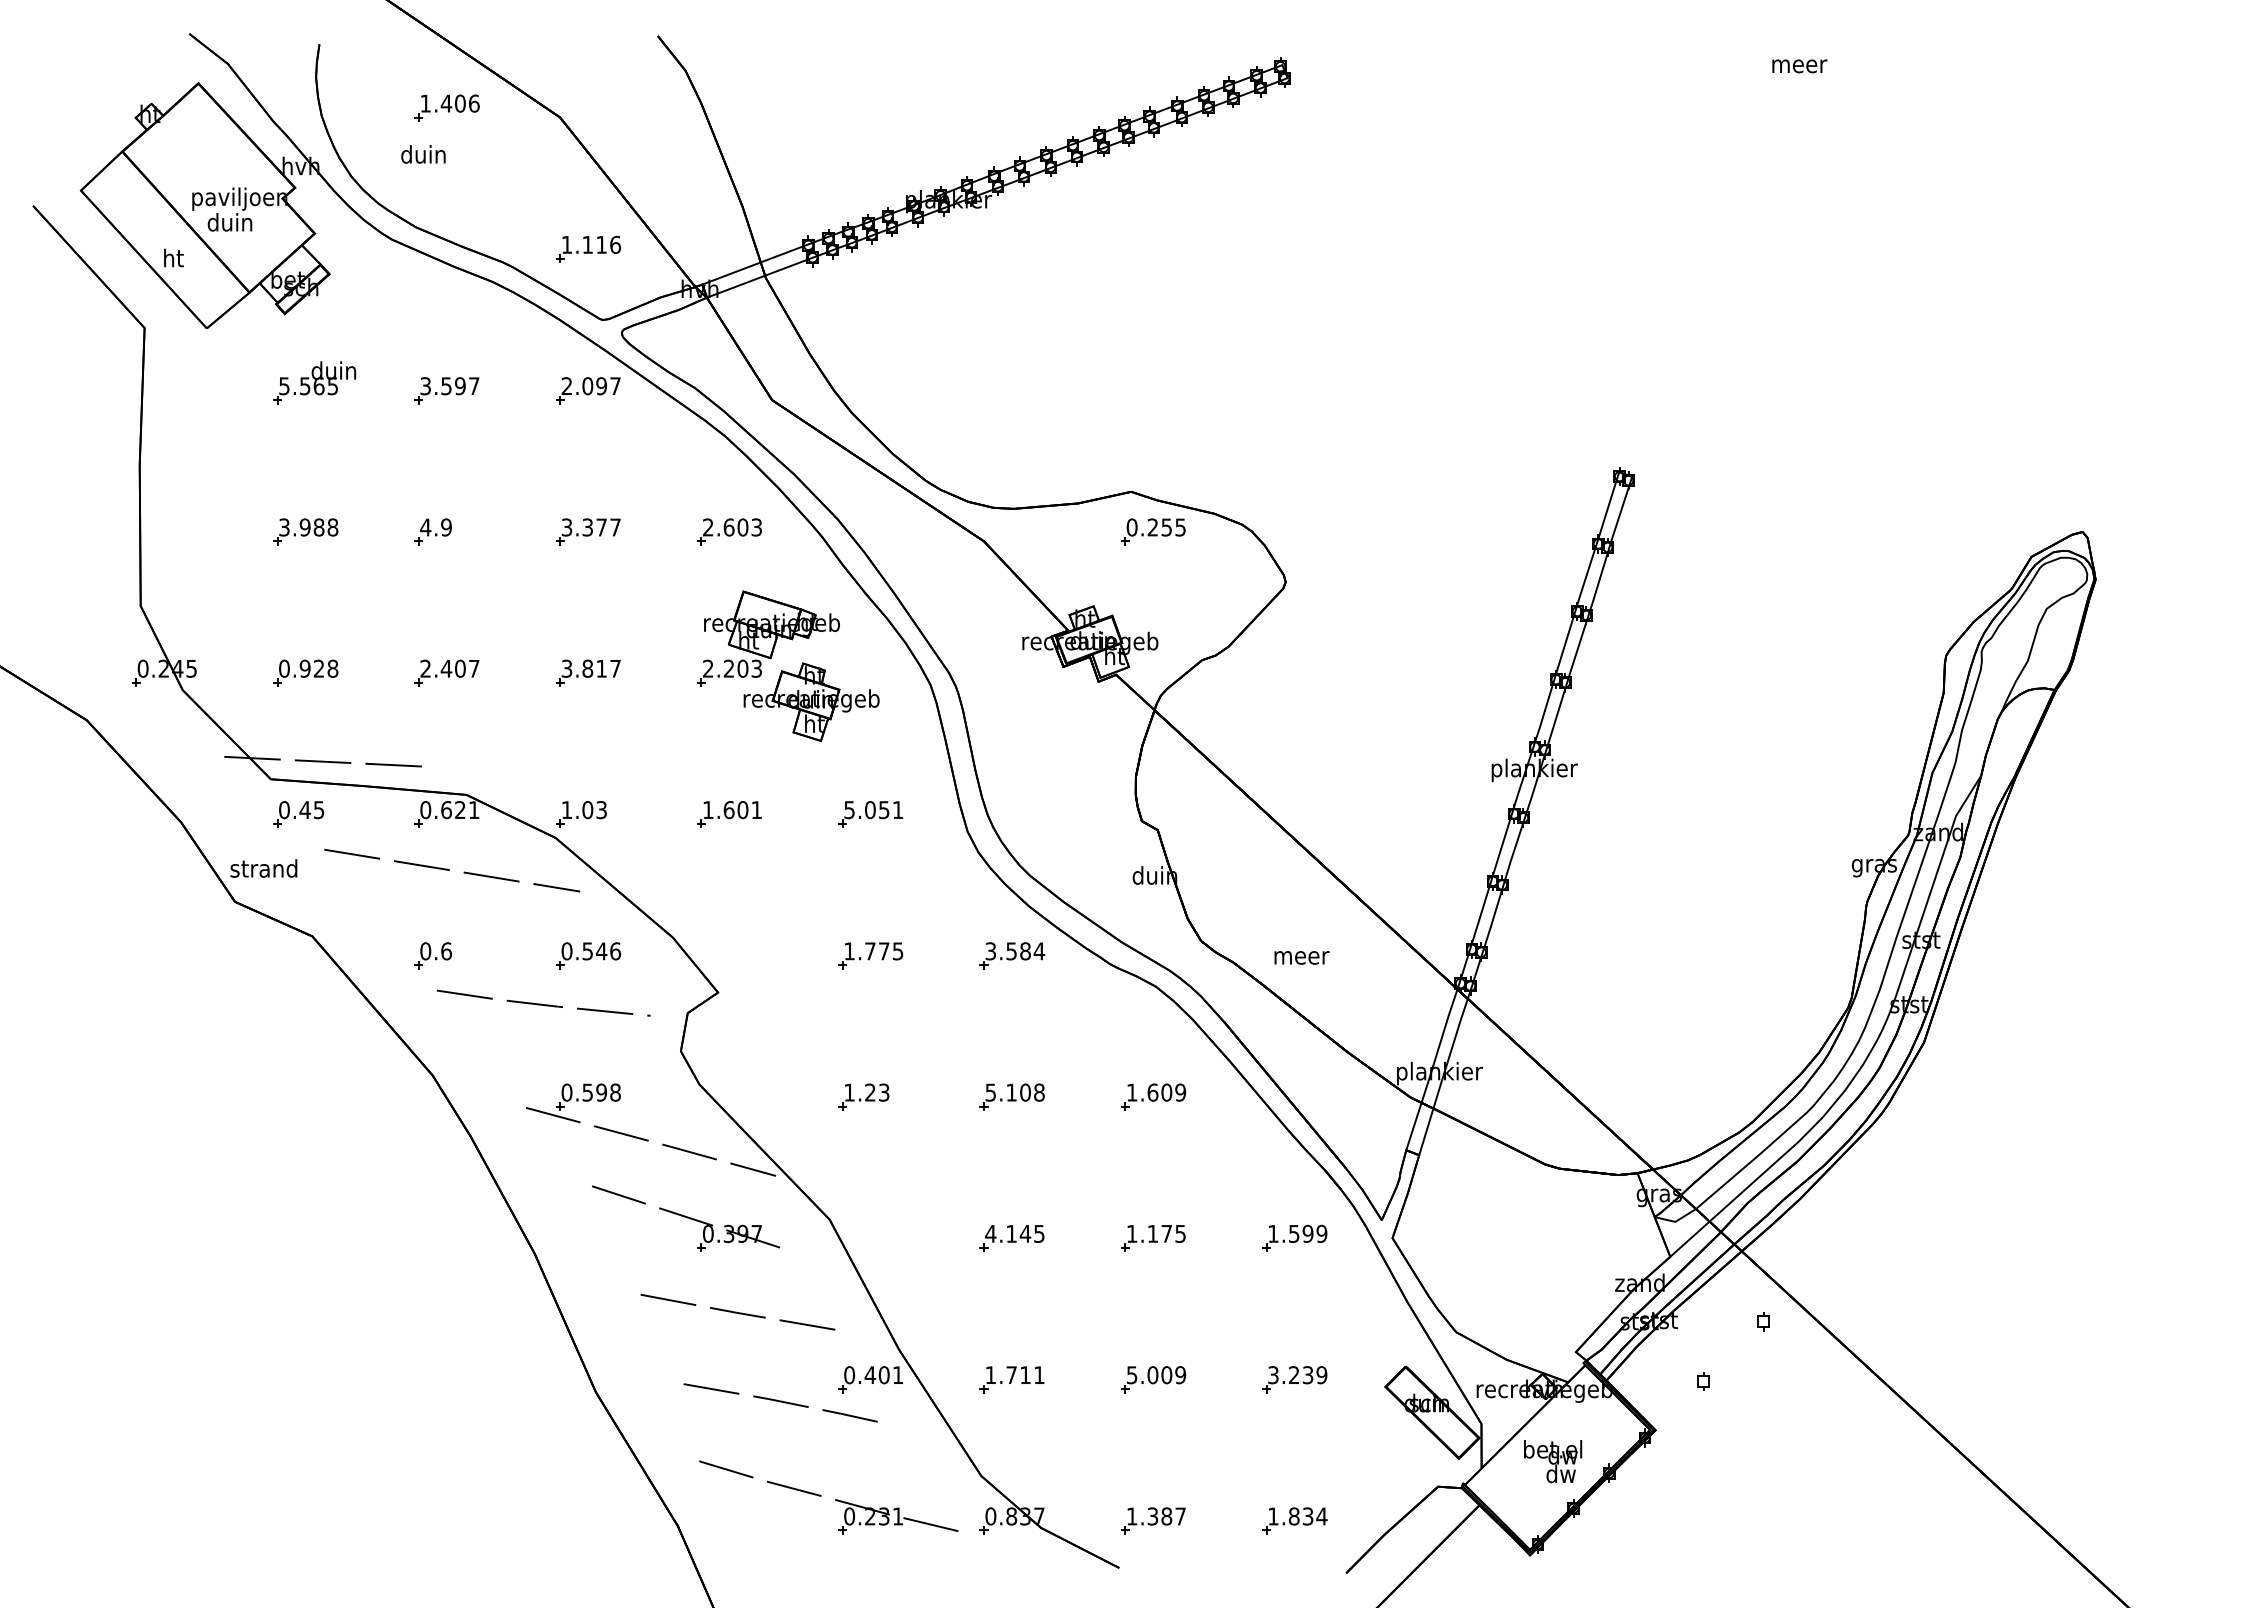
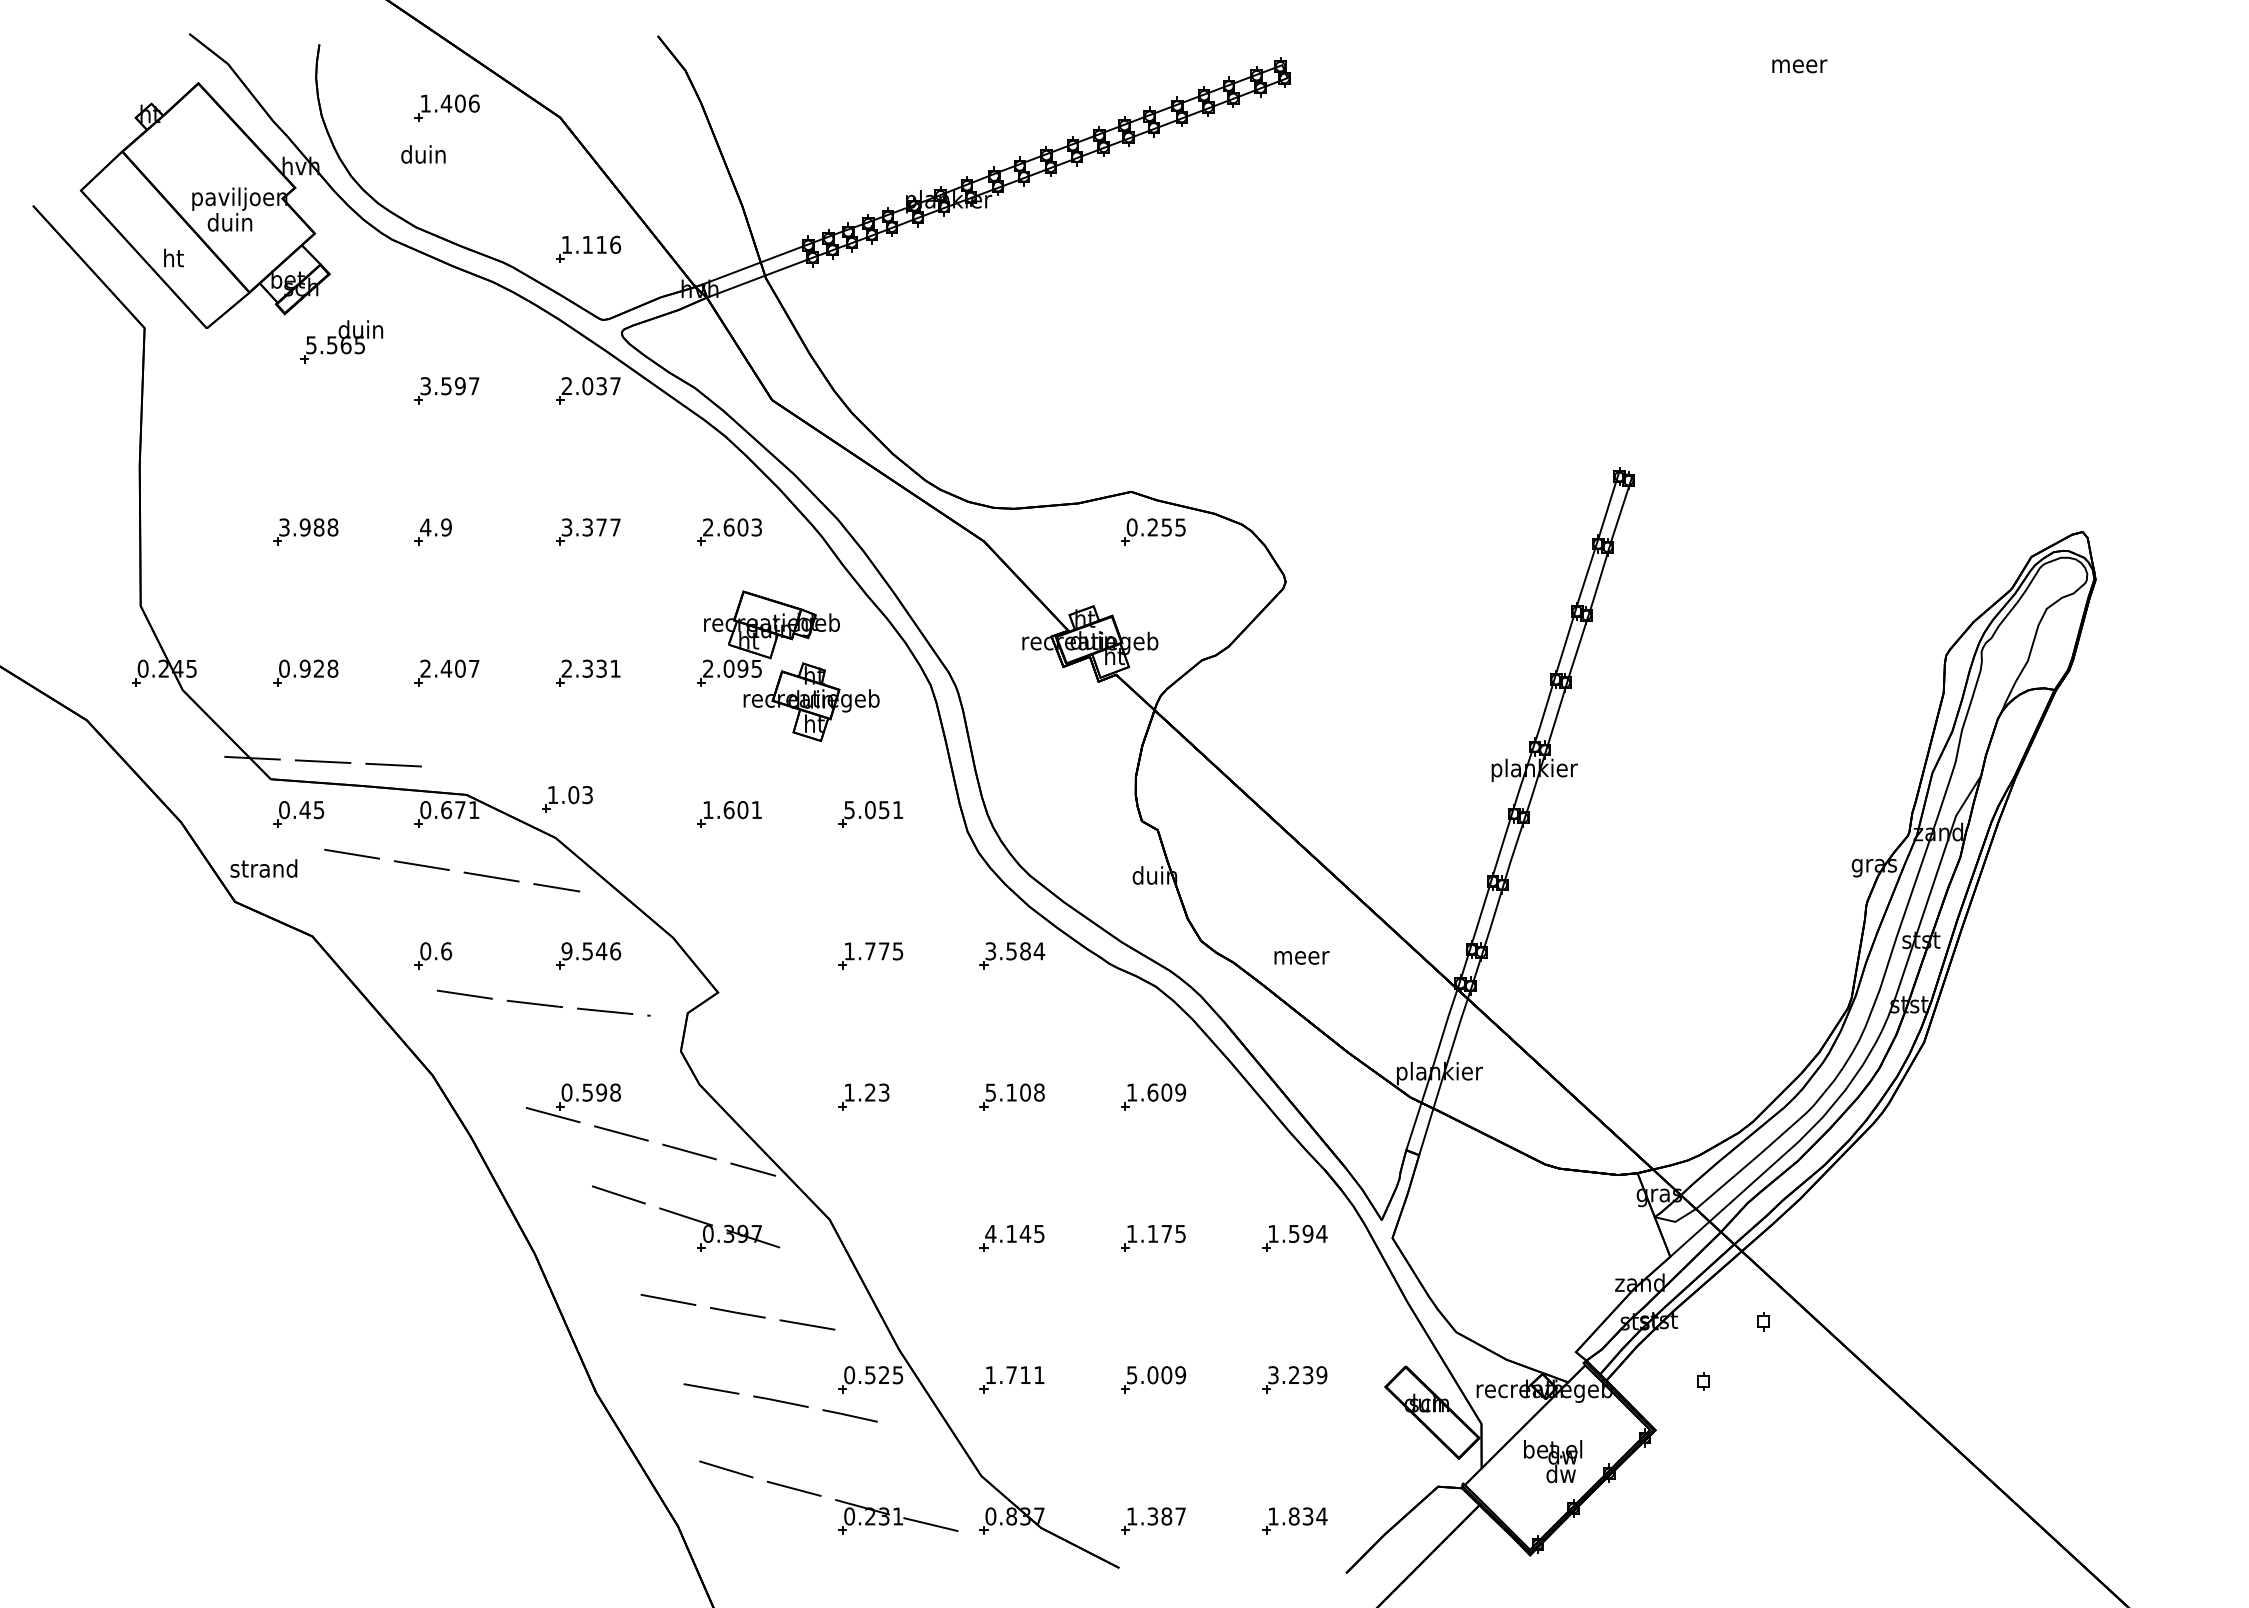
part at (314, 382) position: (314, 382) -> (341, 341)
text at (601, 386): 2.097 -> 2.037
text at (590, 668): 3.817 -> 2.331
text at (742, 668): 2.203 -> 2.095
text at (460, 809): 0.621 -> 0.671
part at (581, 814) position: (581, 814) -> (567, 799)
text at (566, 951): 0.546 -> 9.546
text at (1321, 1233): 1.599 -> 1.594
text at (883, 1375): 0.401 -> 0.525
